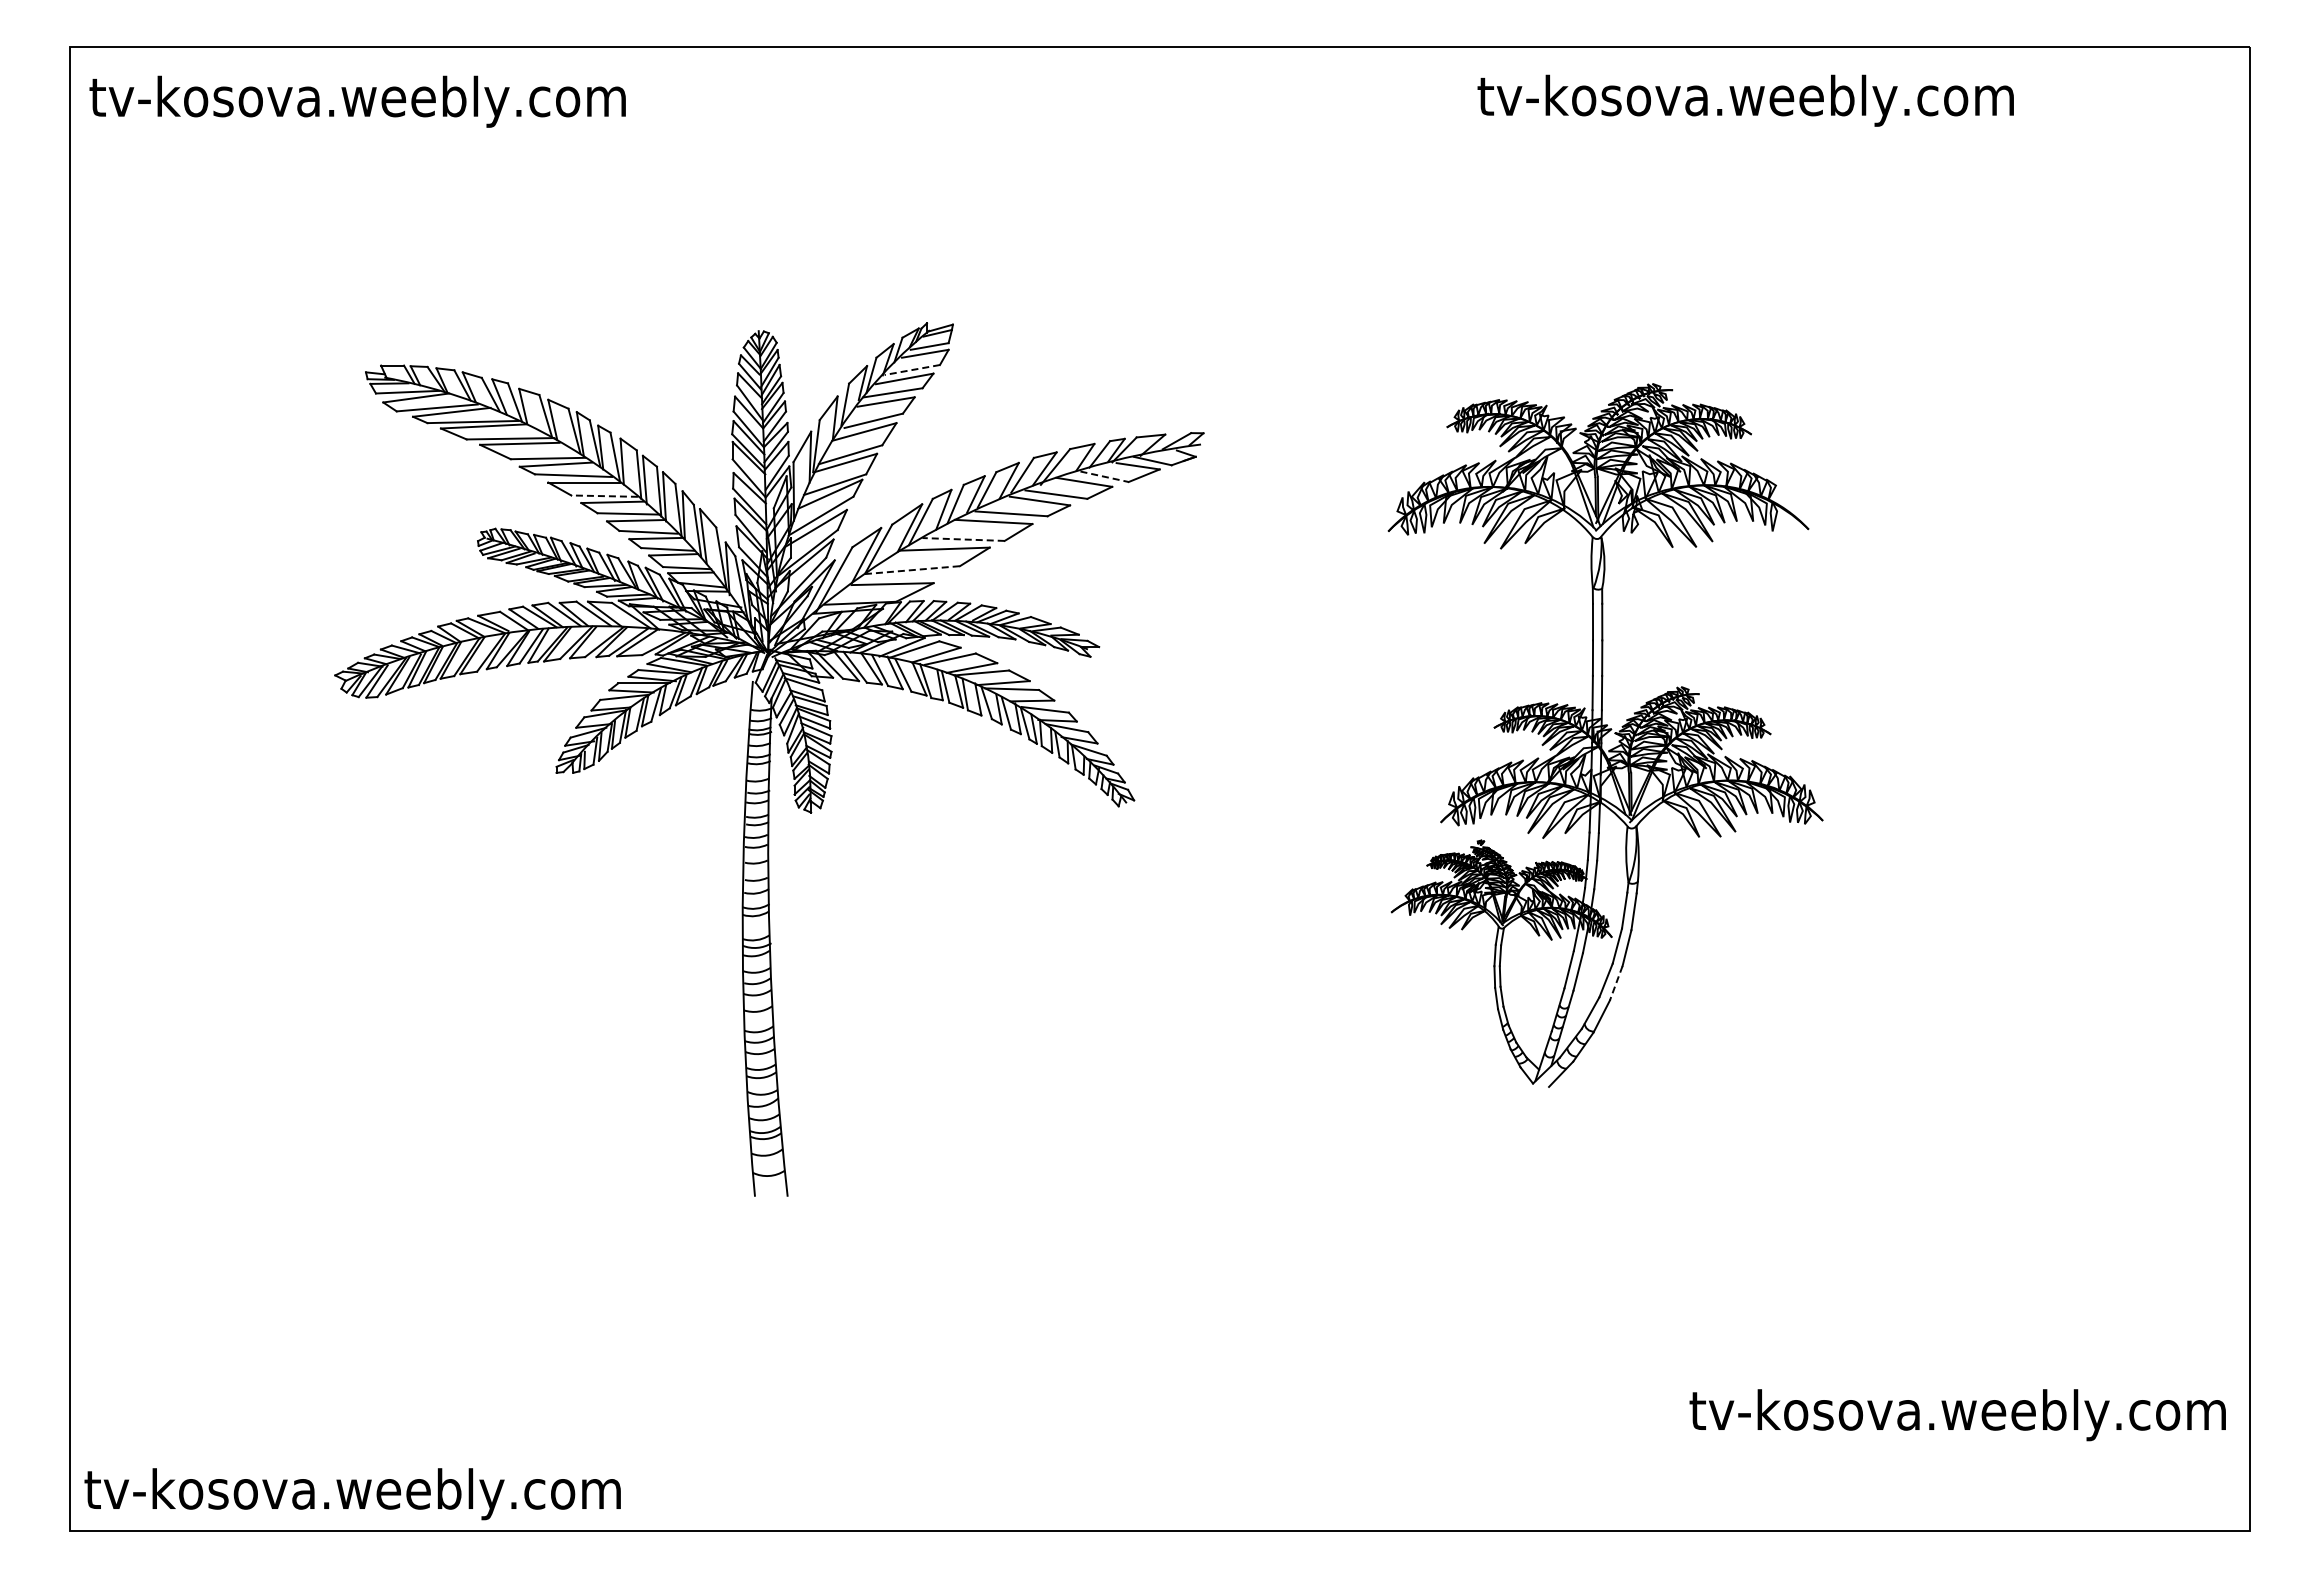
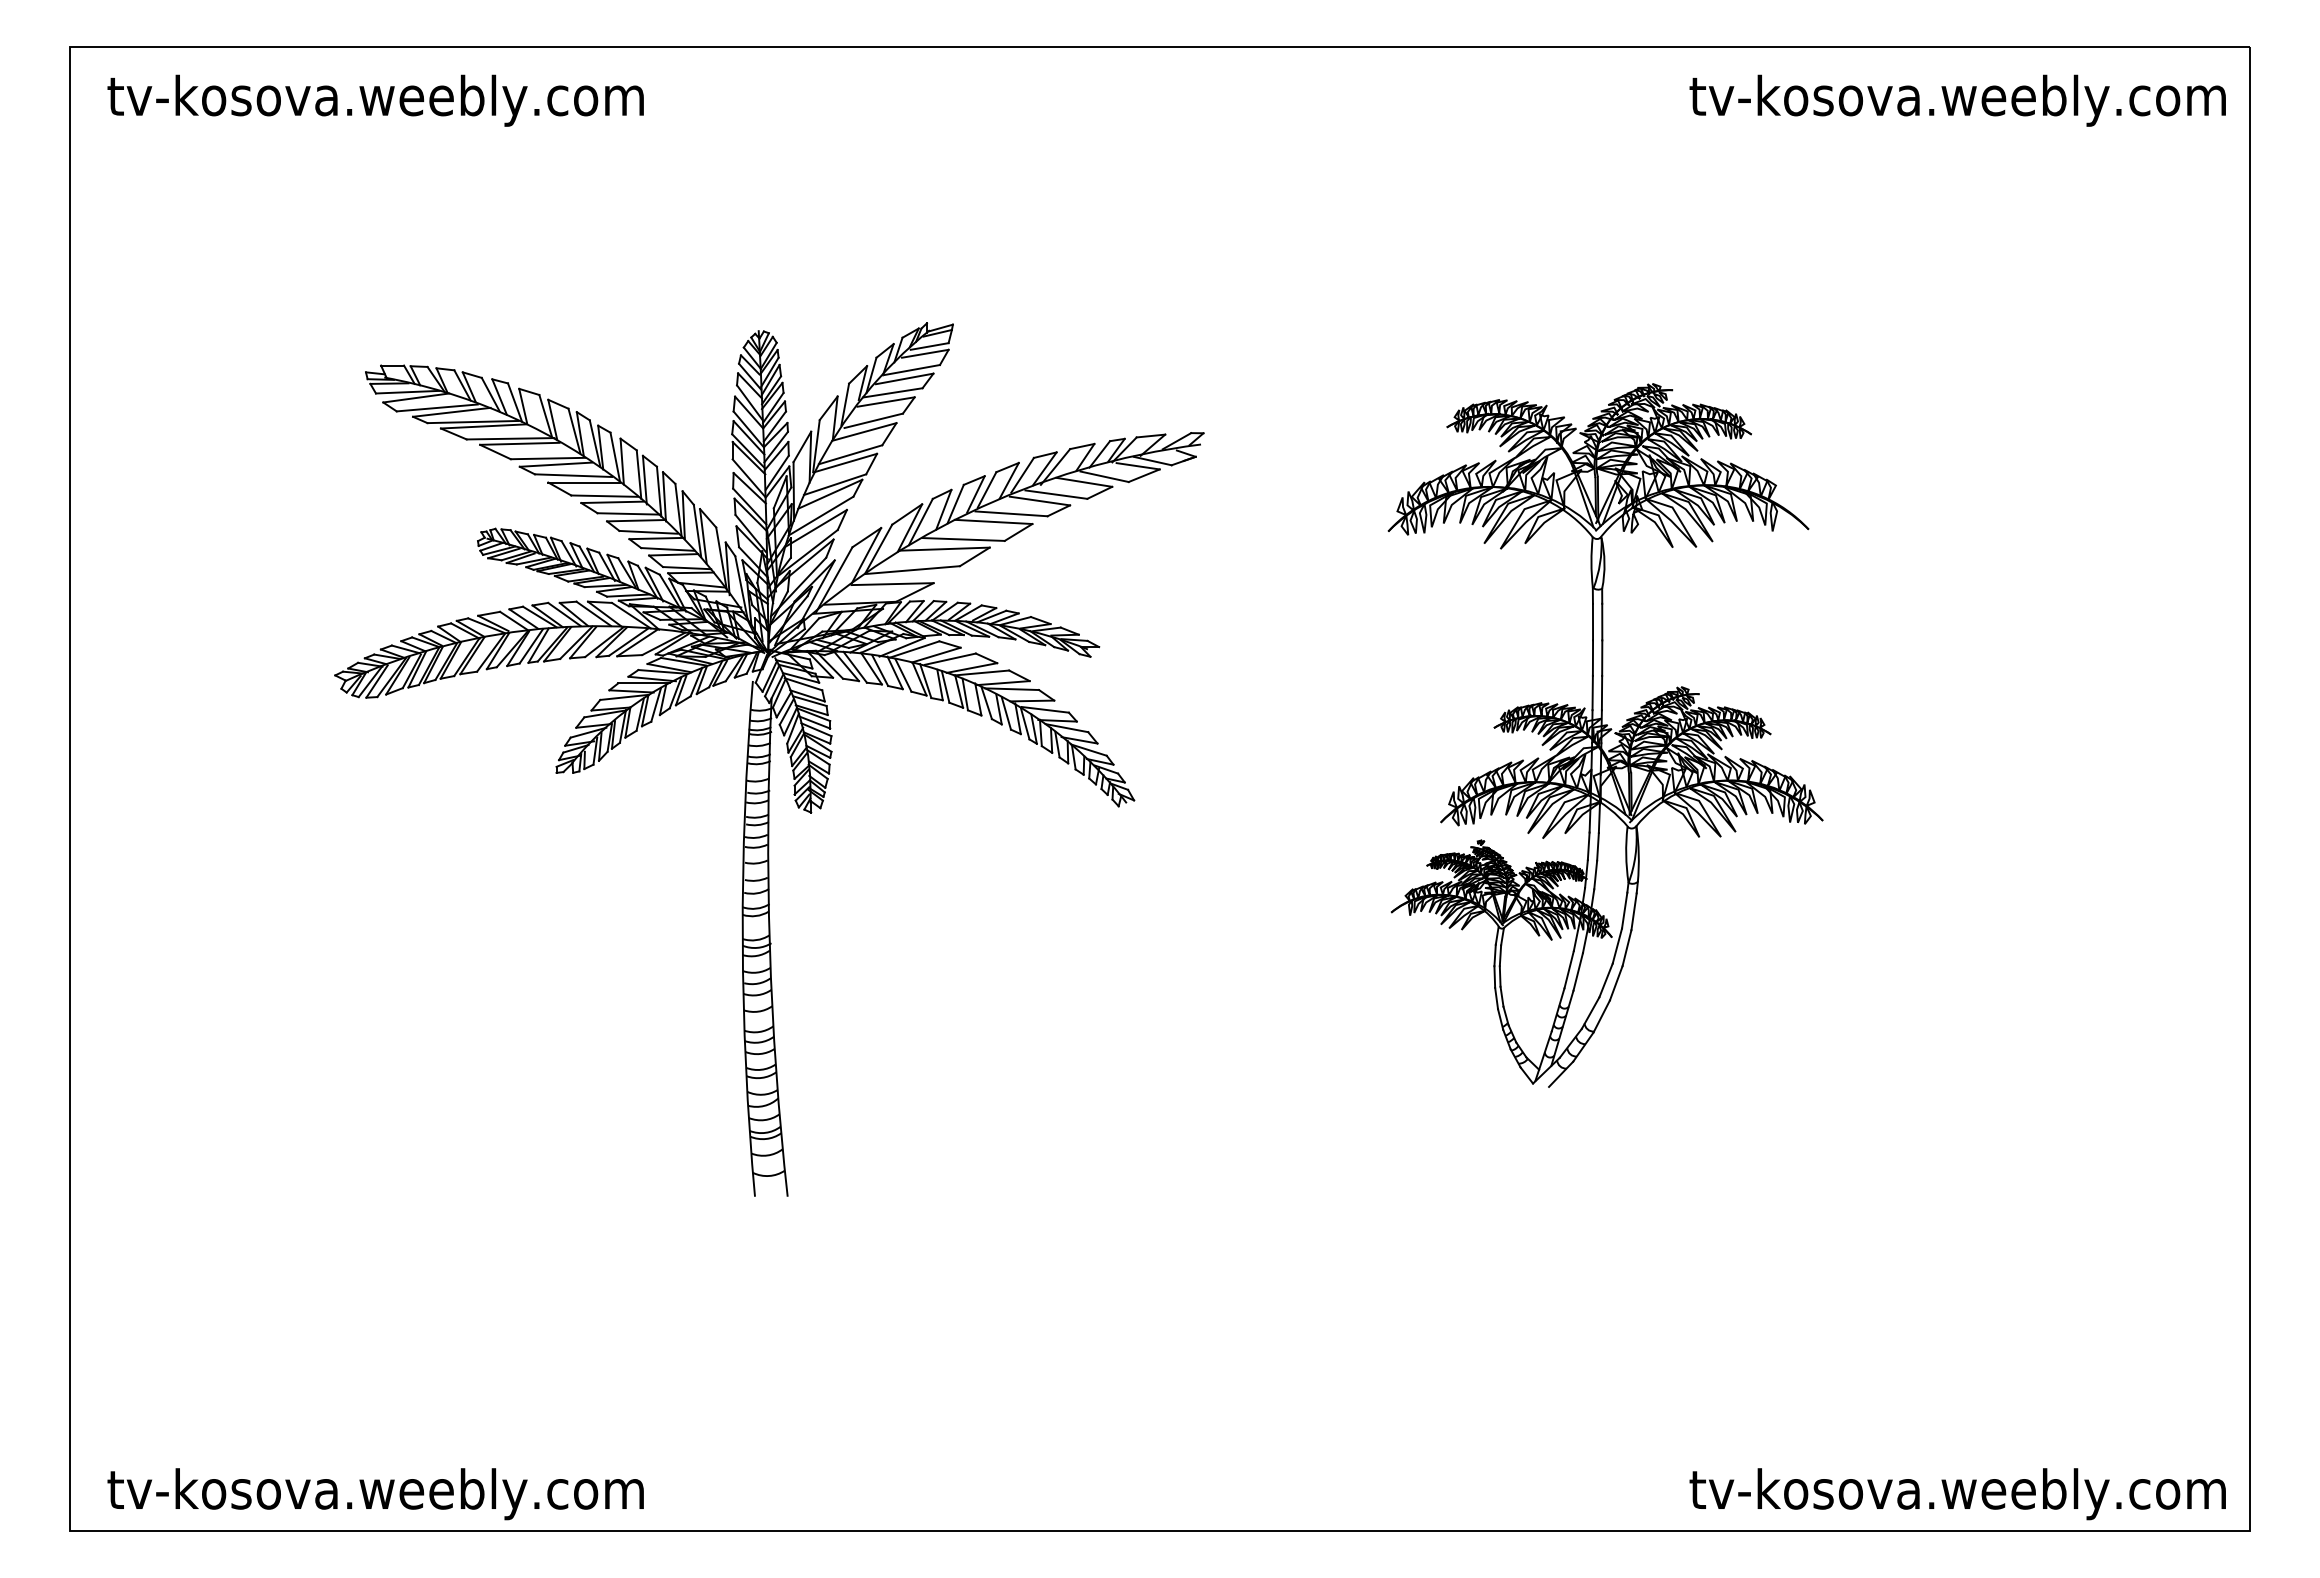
text at (1745, 100) position: (1745, 100) -> (1957, 100)
text at (357, 101) position: (357, 101) -> (375, 100)
line at (911, 370): dashed -> solid
line at (1104, 476): dashed -> solid
line at (604, 496): dashed -> solid
line at (963, 539): dashed -> solid
line at (912, 570): dashed -> solid
line at (1616, 983): dashed -> solid
text at (1957, 1415) position: (1957, 1415) -> (1957, 1494)
text at (352, 1494) position: (352, 1494) -> (375, 1494)
